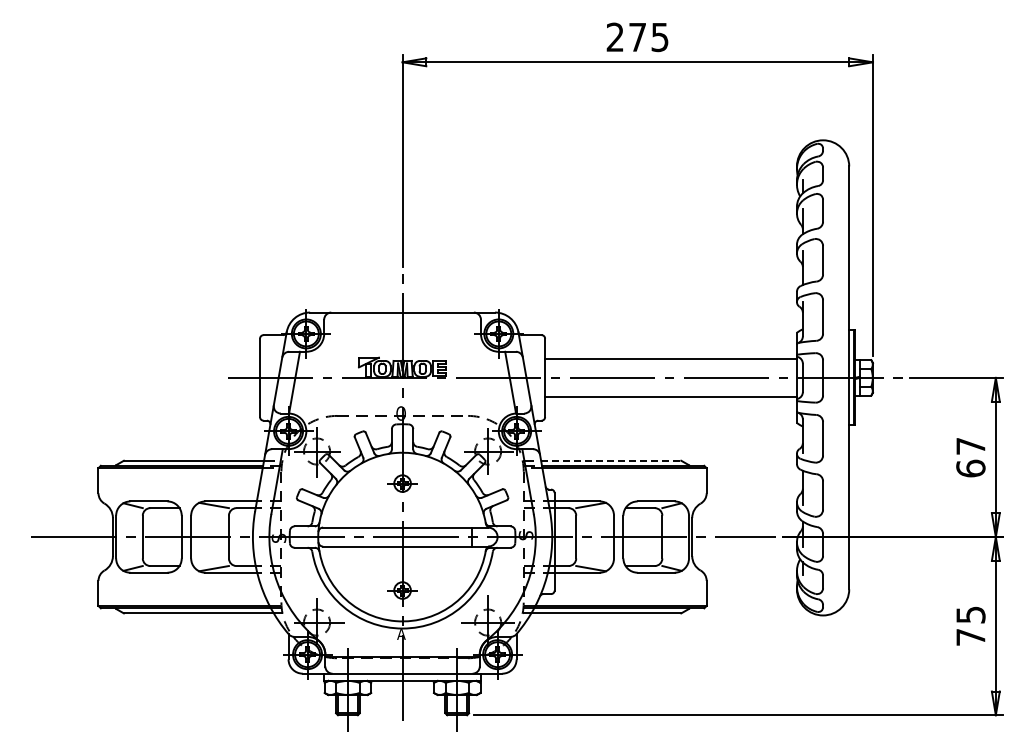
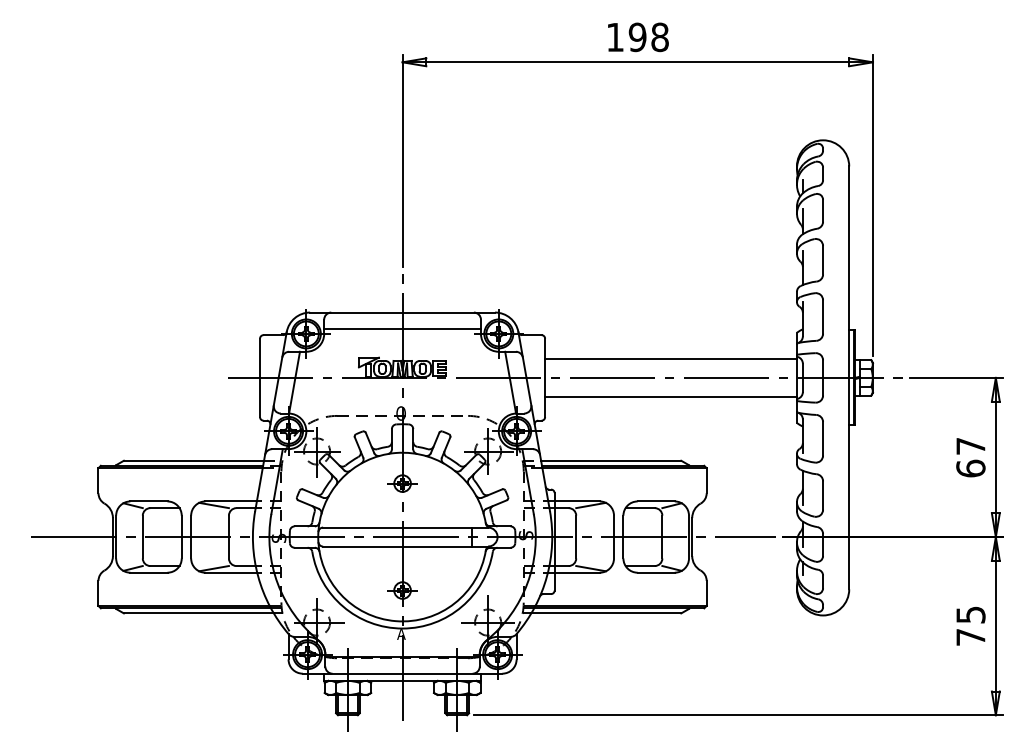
text at (637, 37): 275 -> 198
line at (402, 329): none -> present
line at (611, 460): dashed -> solid
